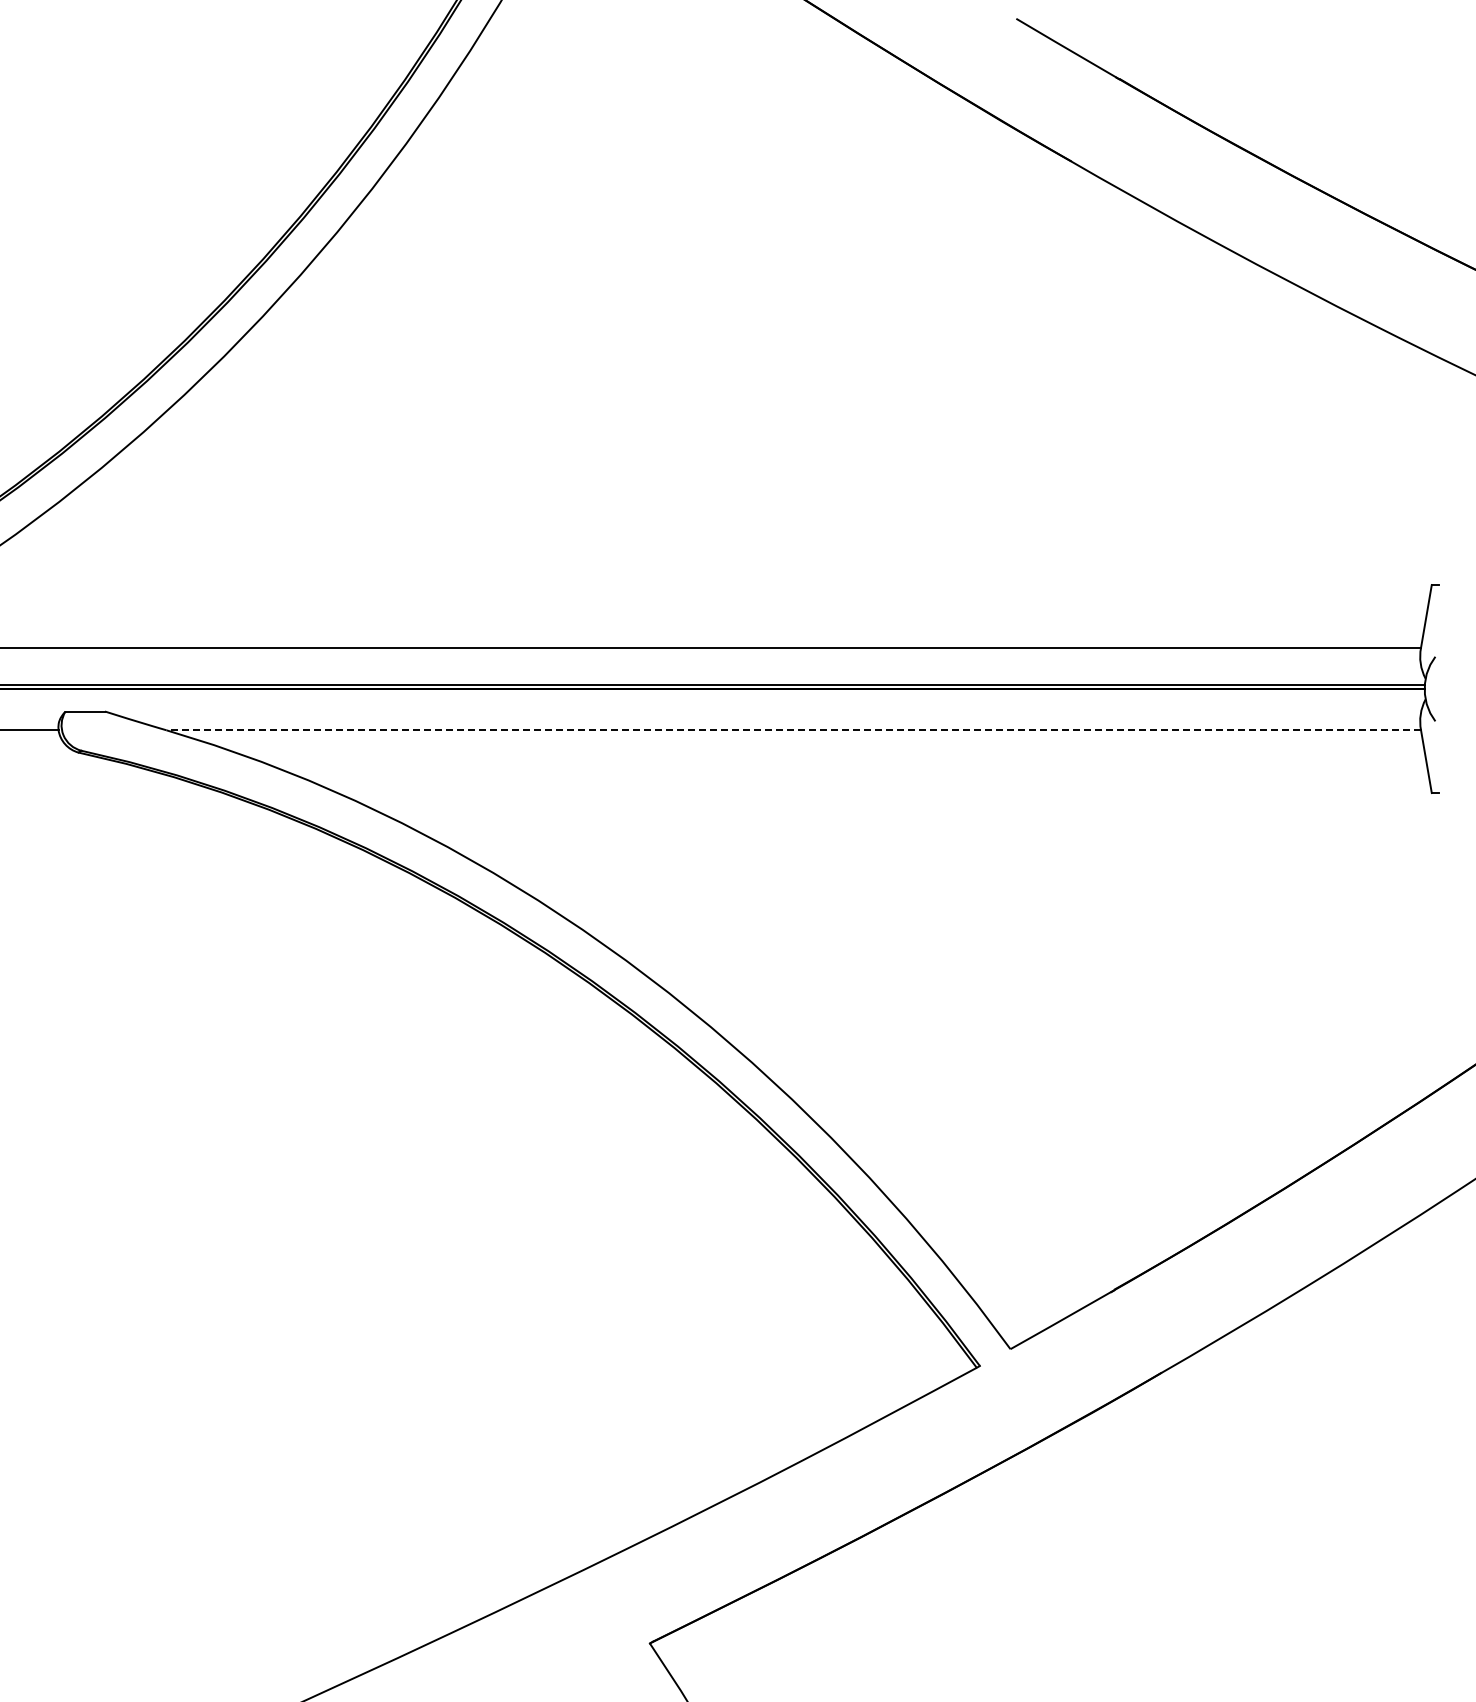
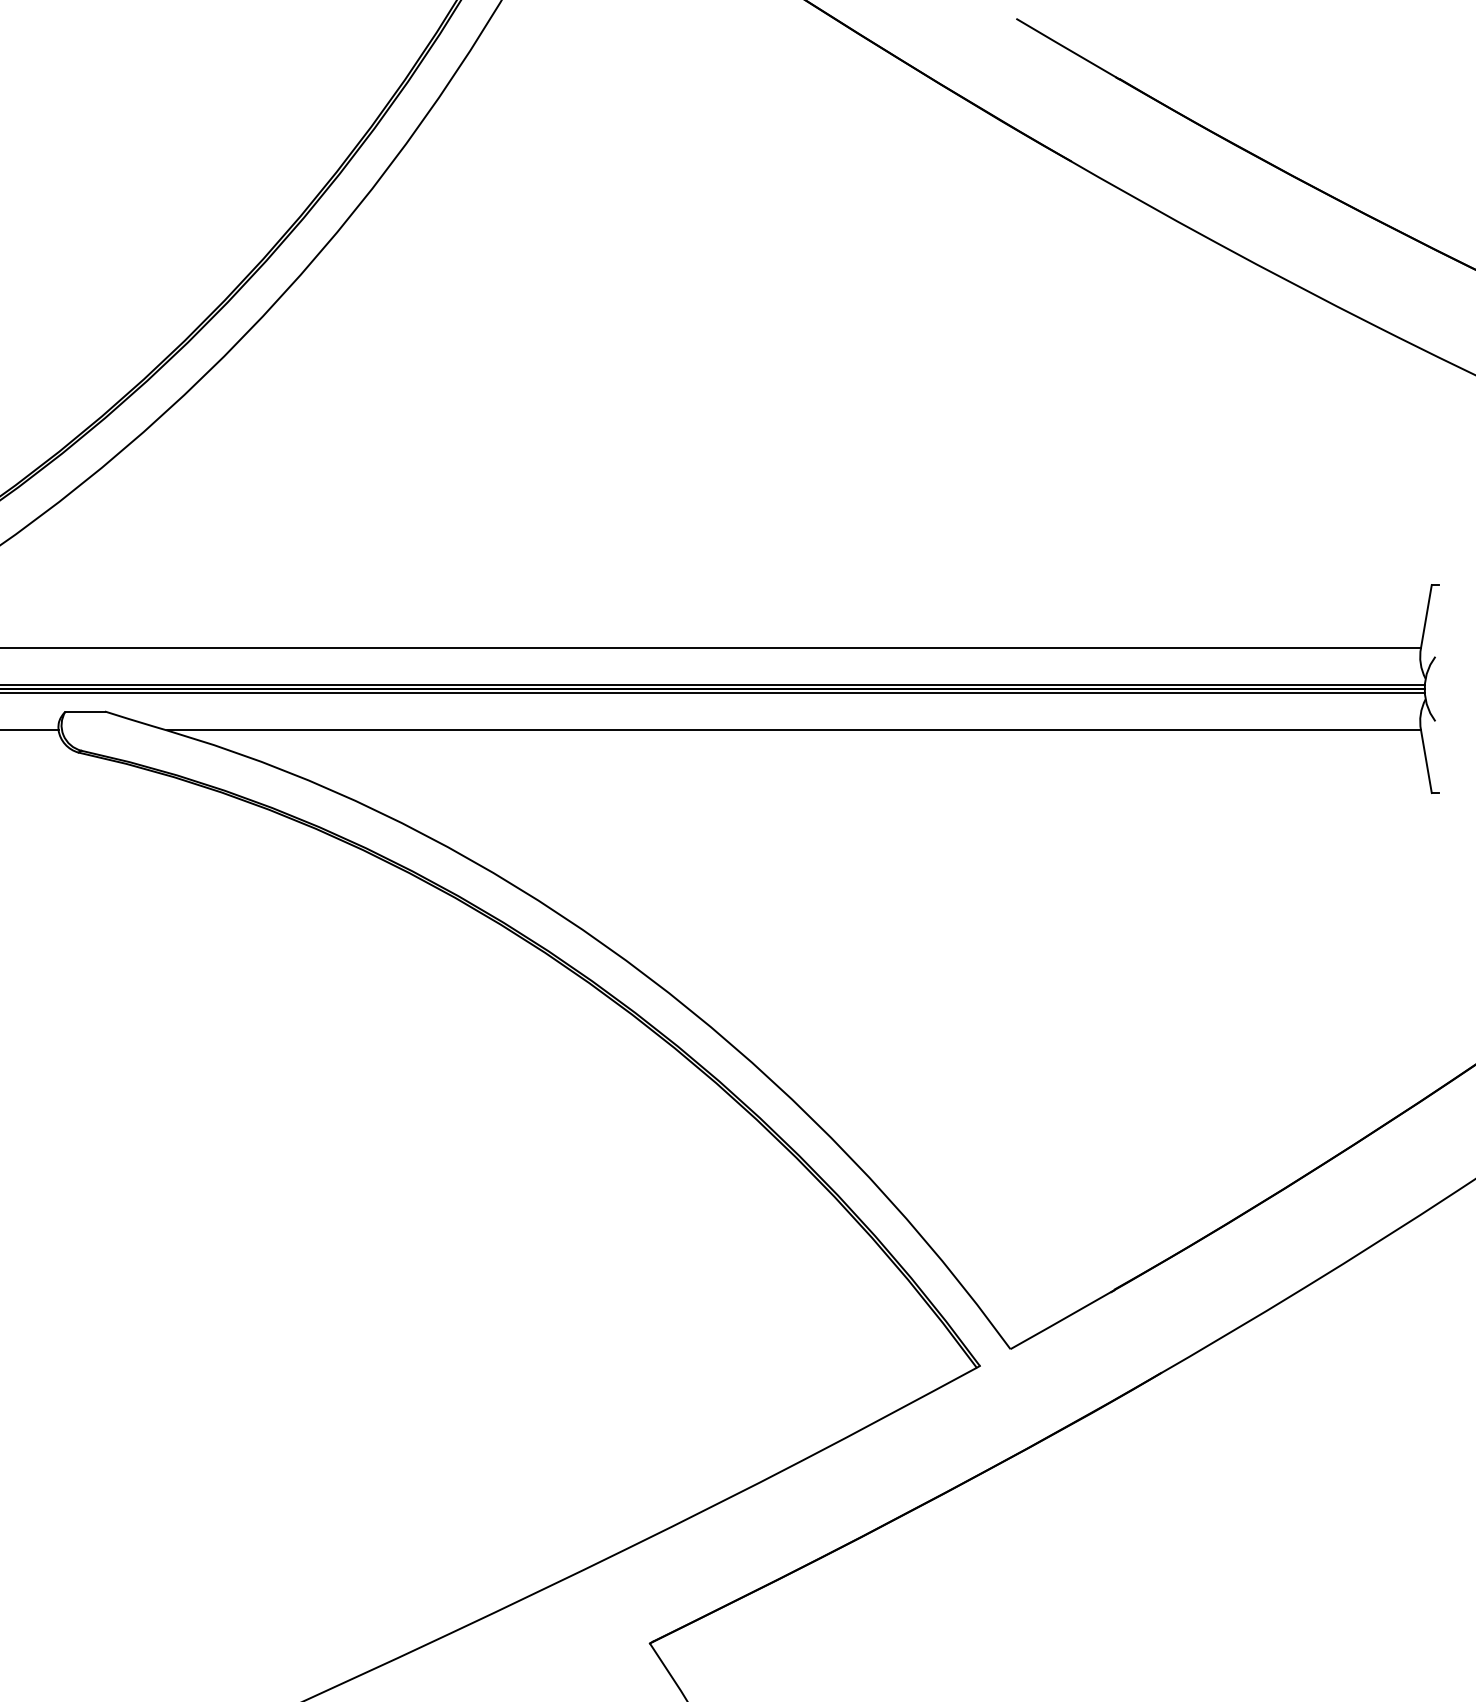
line at (713, 693): none -> present
line at (793, 730): dashed -> solid
